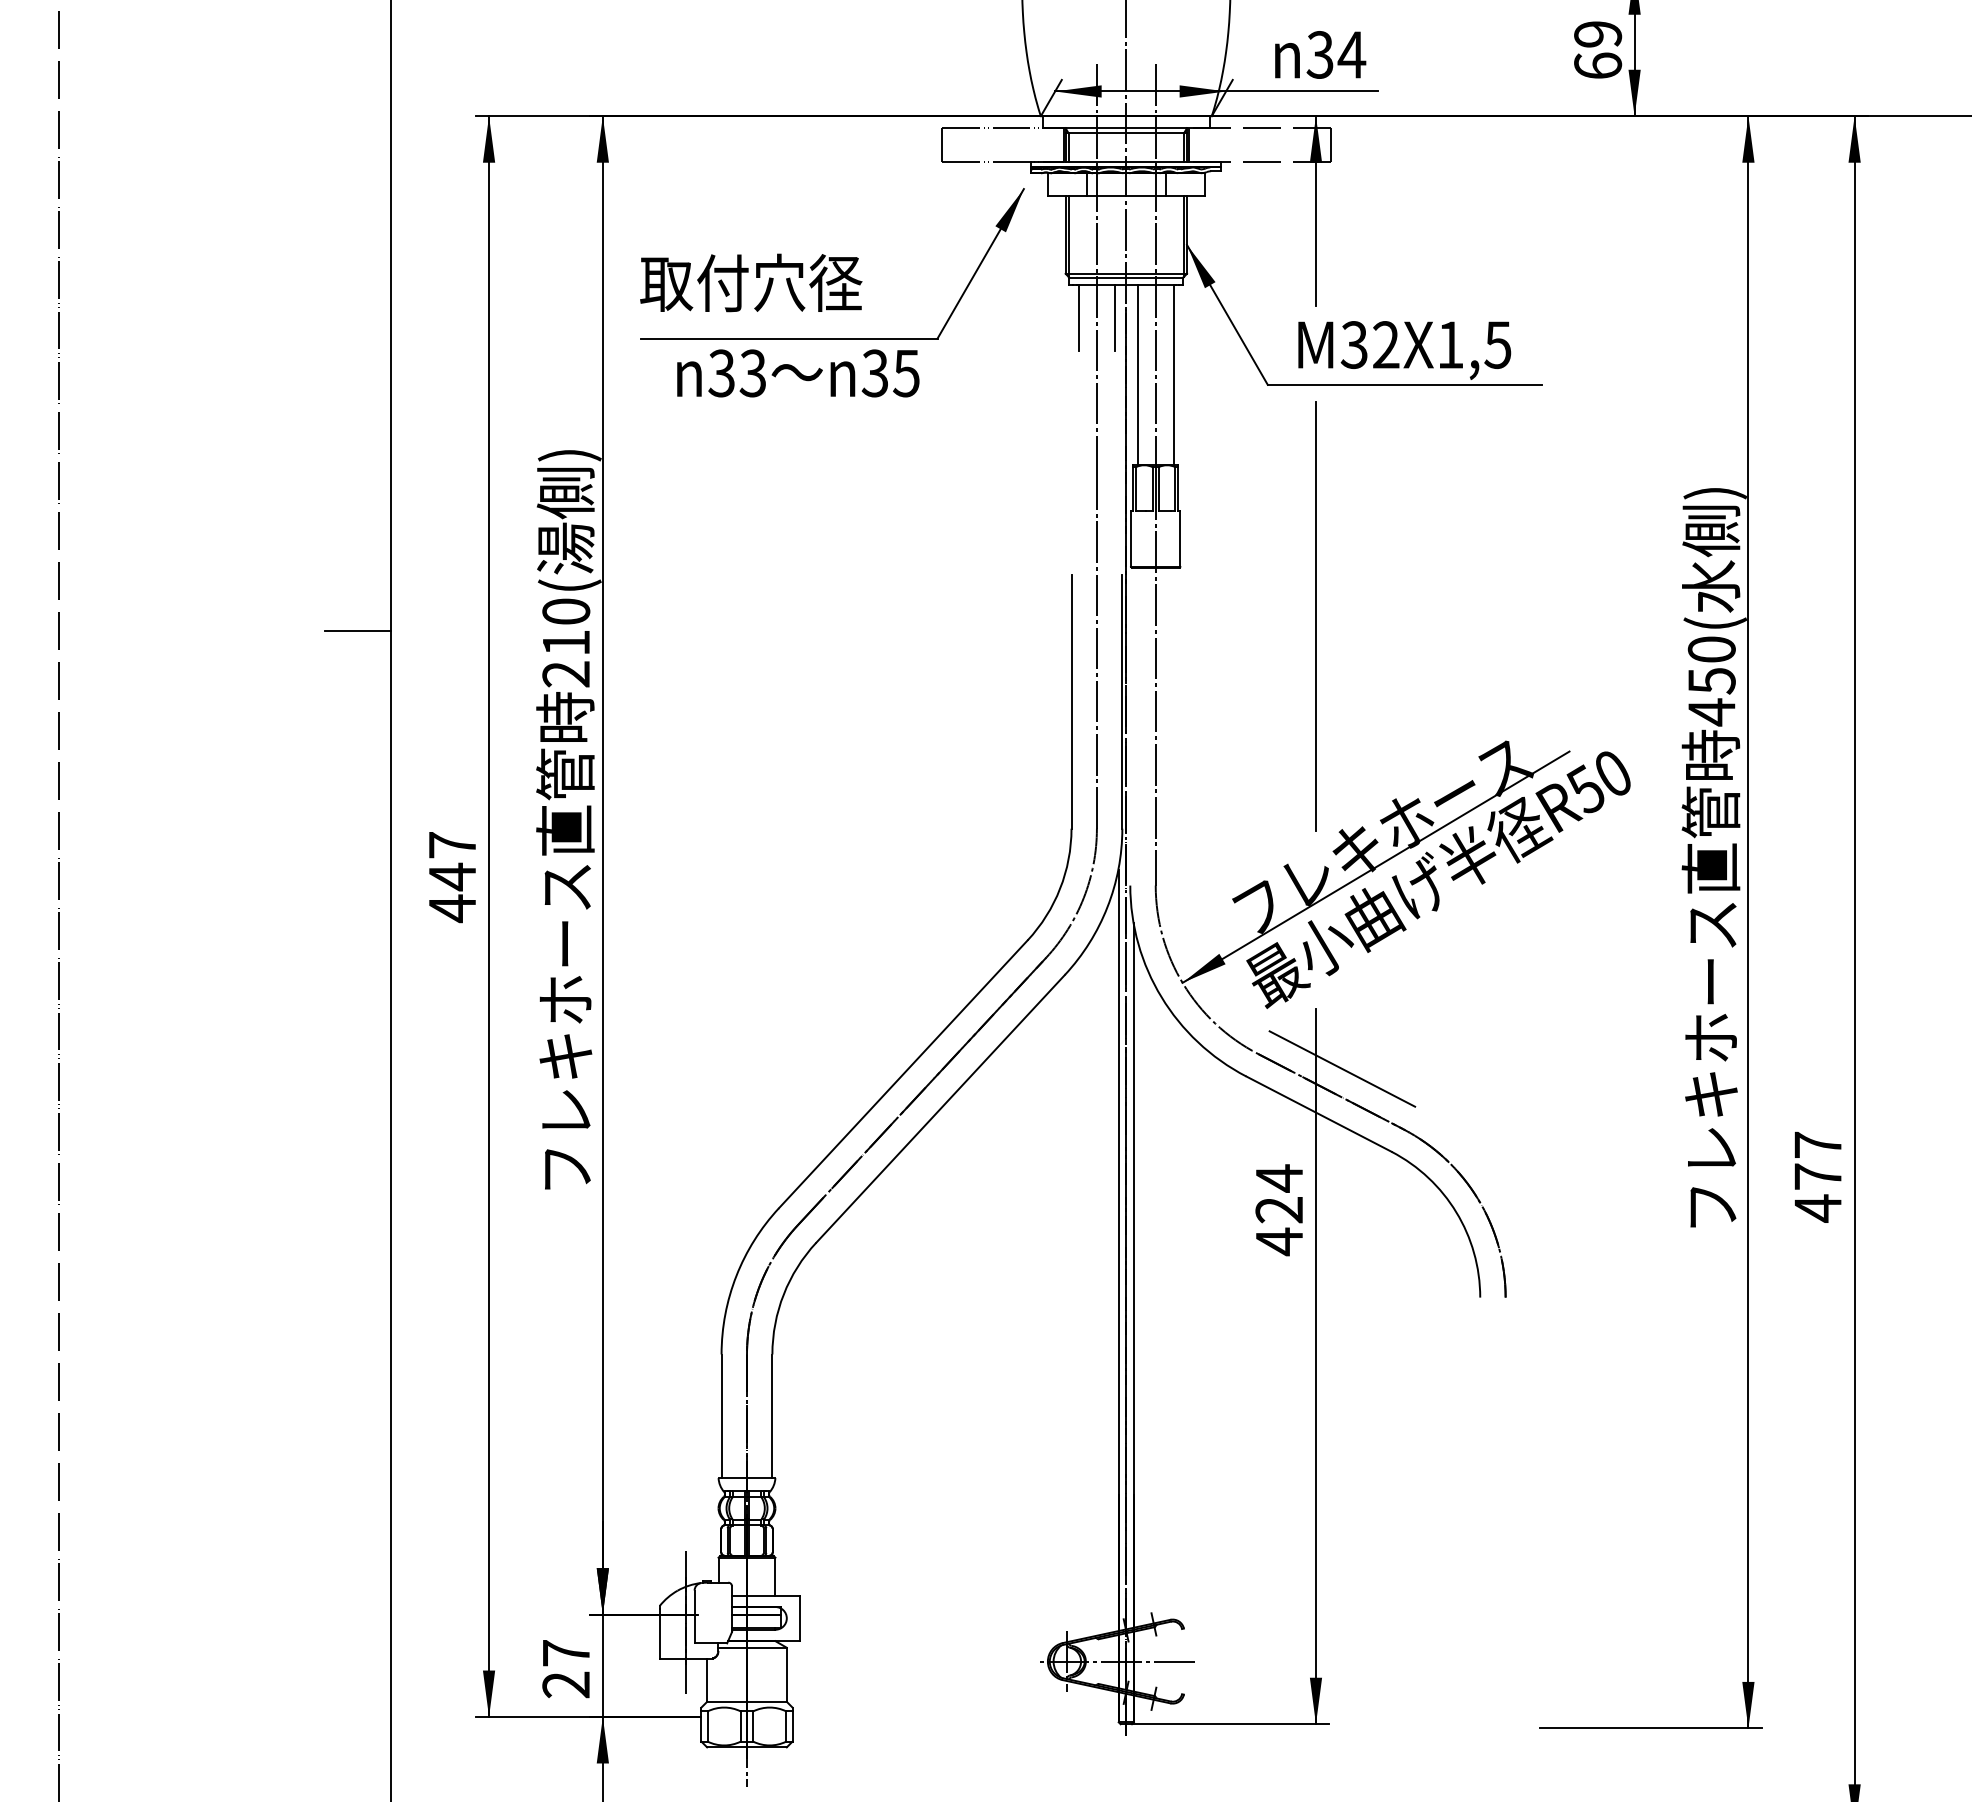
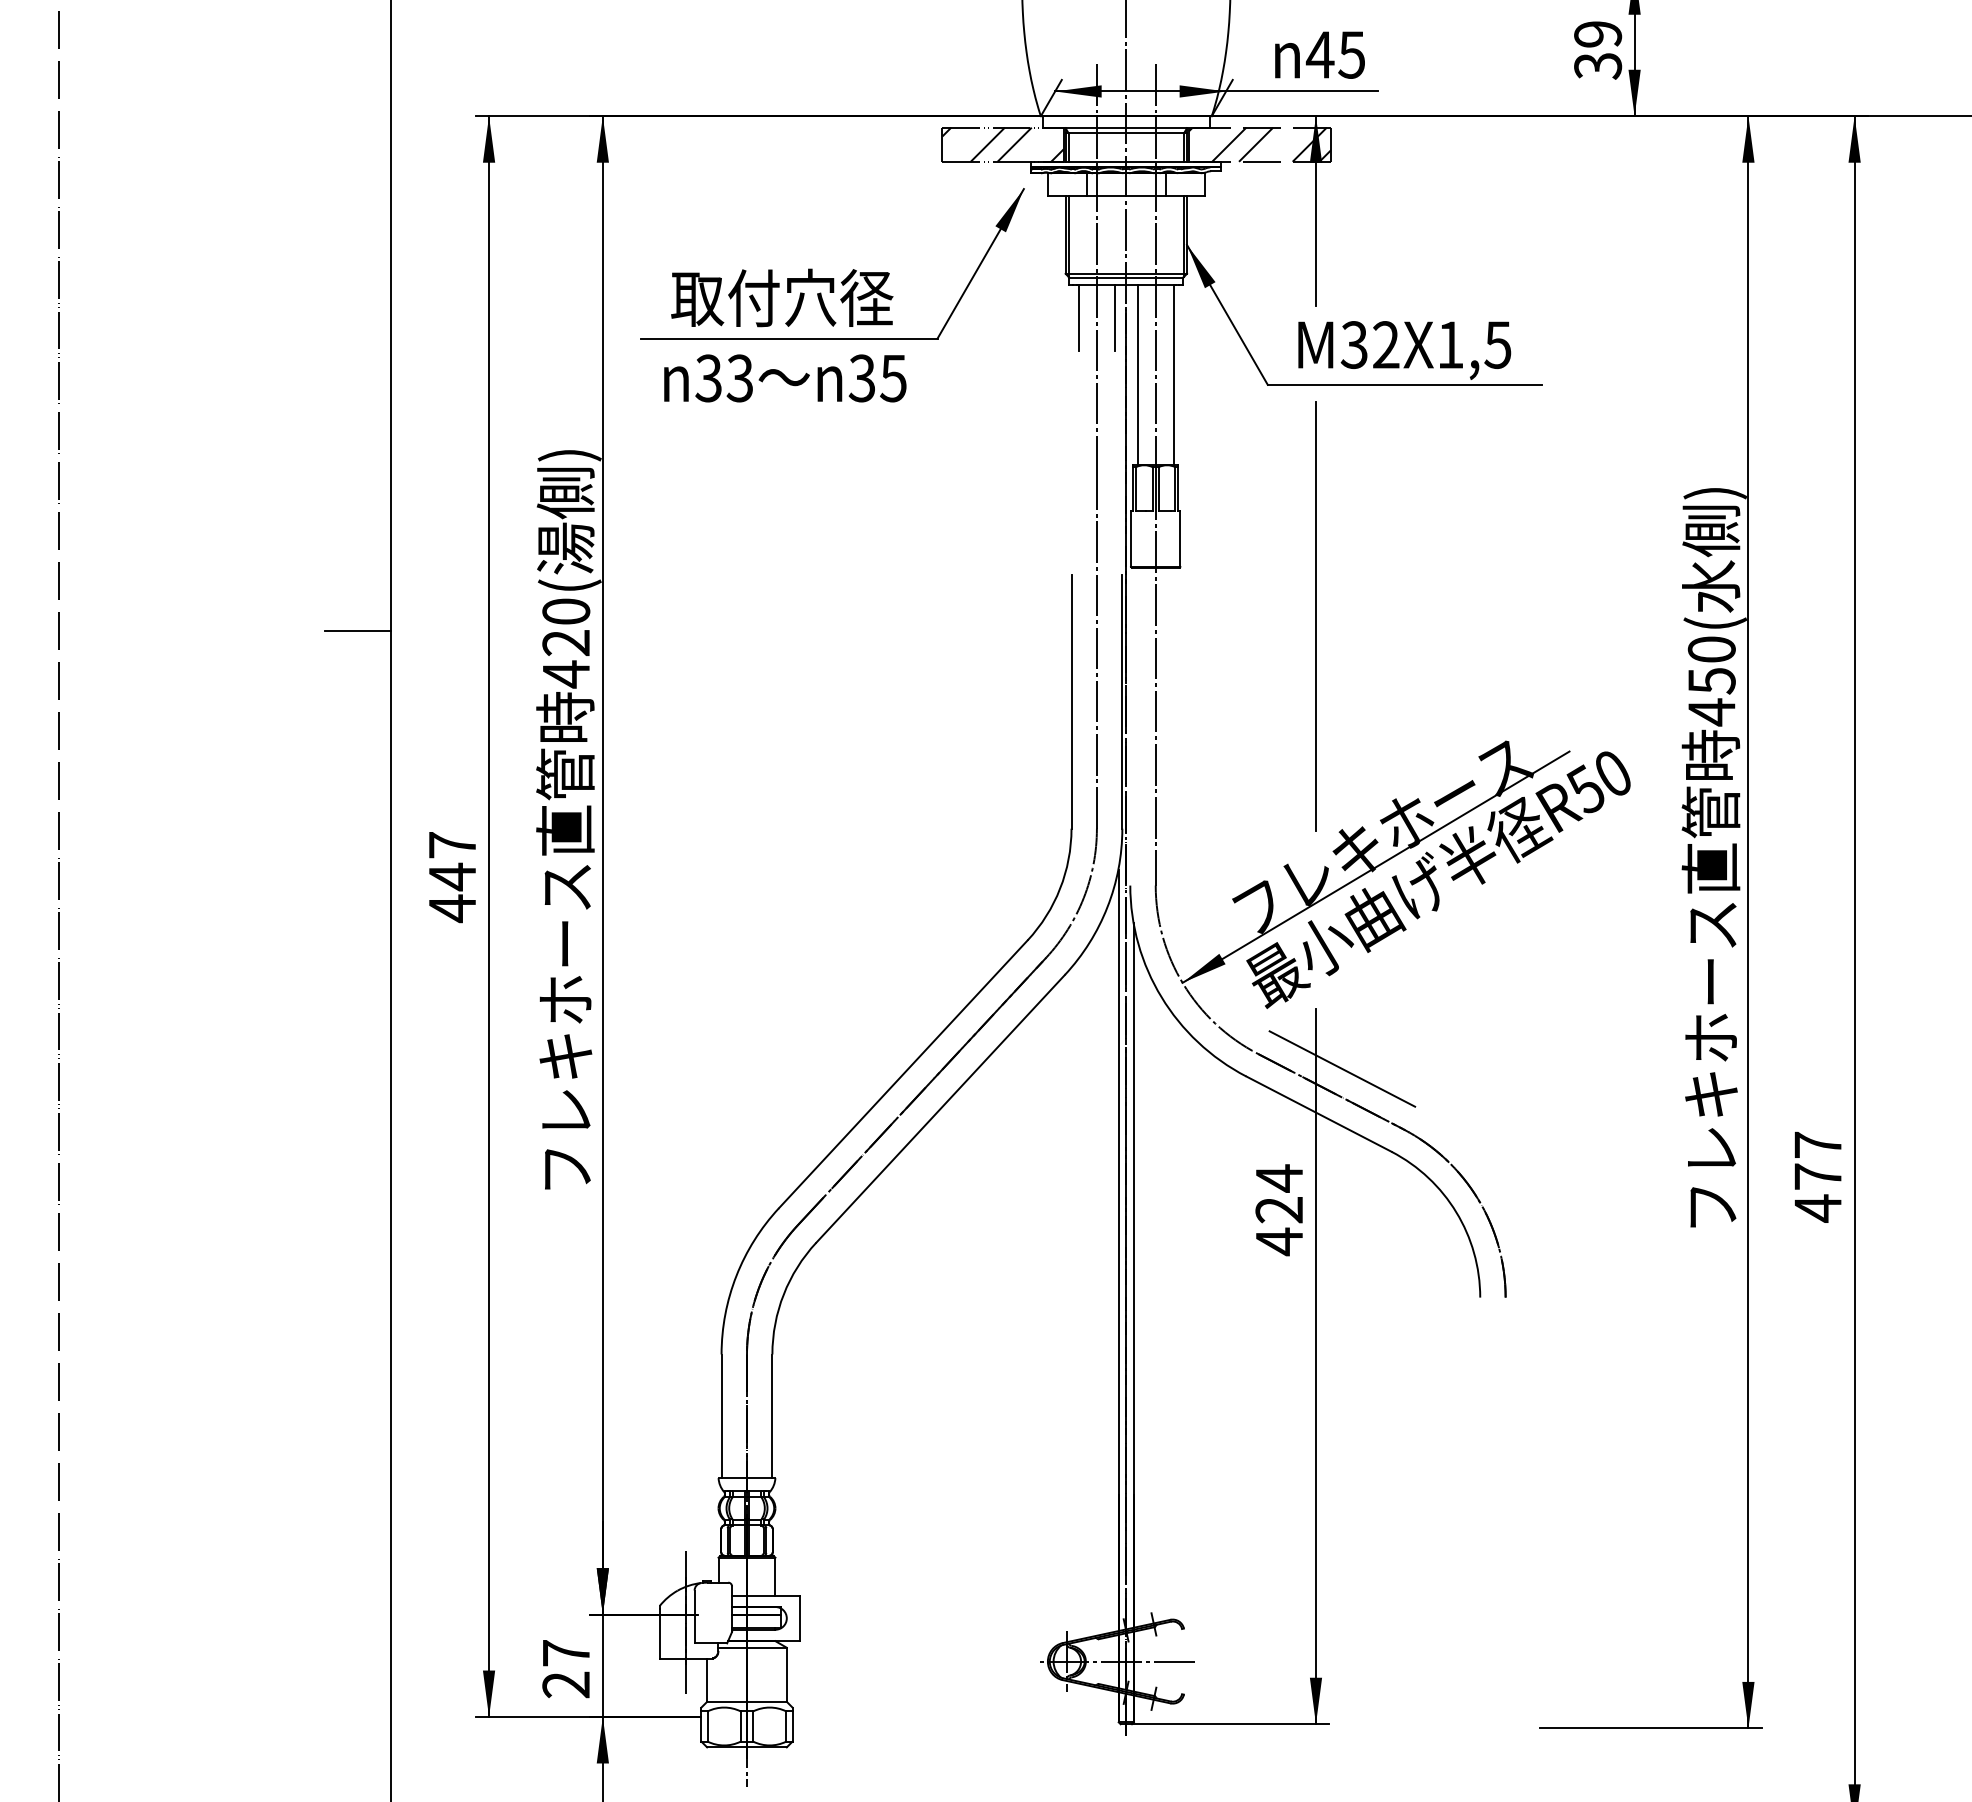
text at (1335, 54): 34 -> 45
text at (1598, 65): 69 -> 39
hatch at (1002, 144): none -> present
hatch at (1259, 144): none -> present
text at (751, 282) position: (751, 282) -> (782, 297)
text at (798, 373) position: (798, 373) -> (785, 378)
text at (565, 659): 210( -> 420(
